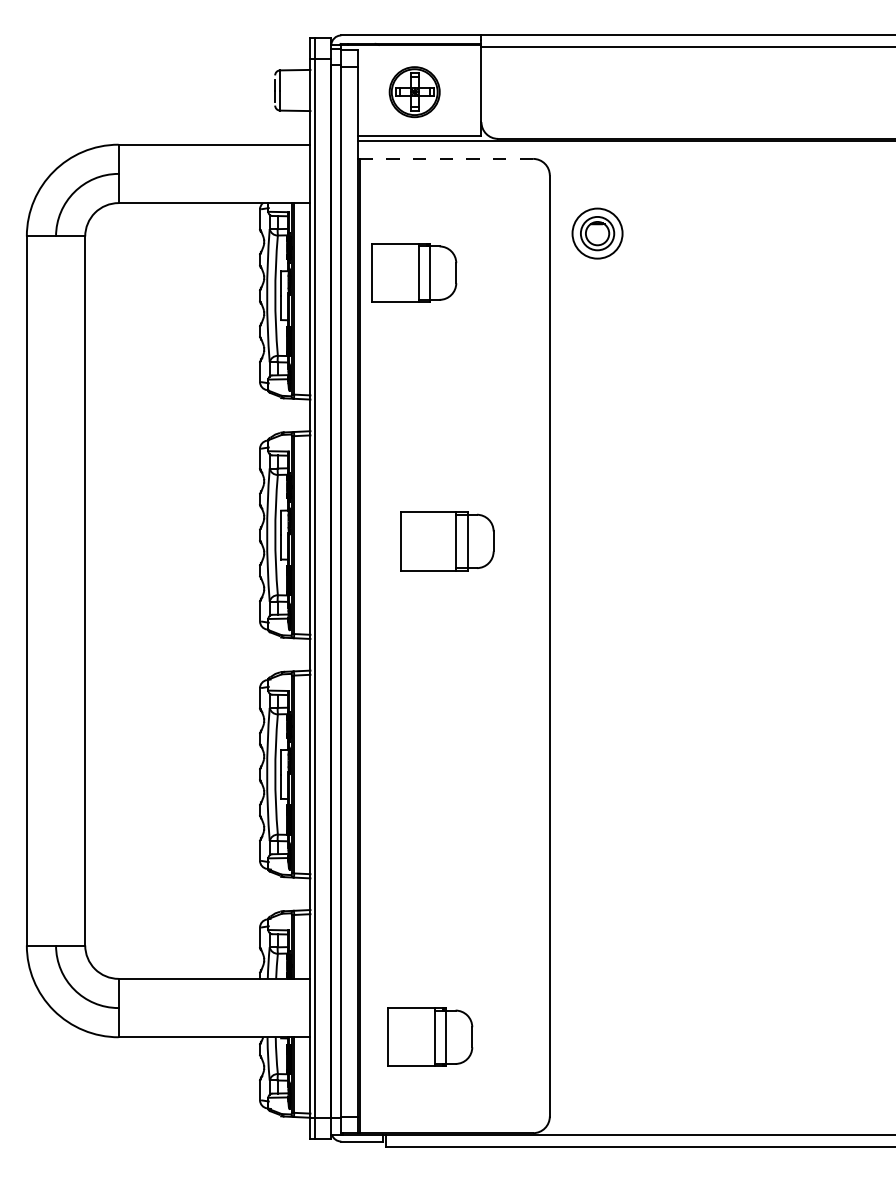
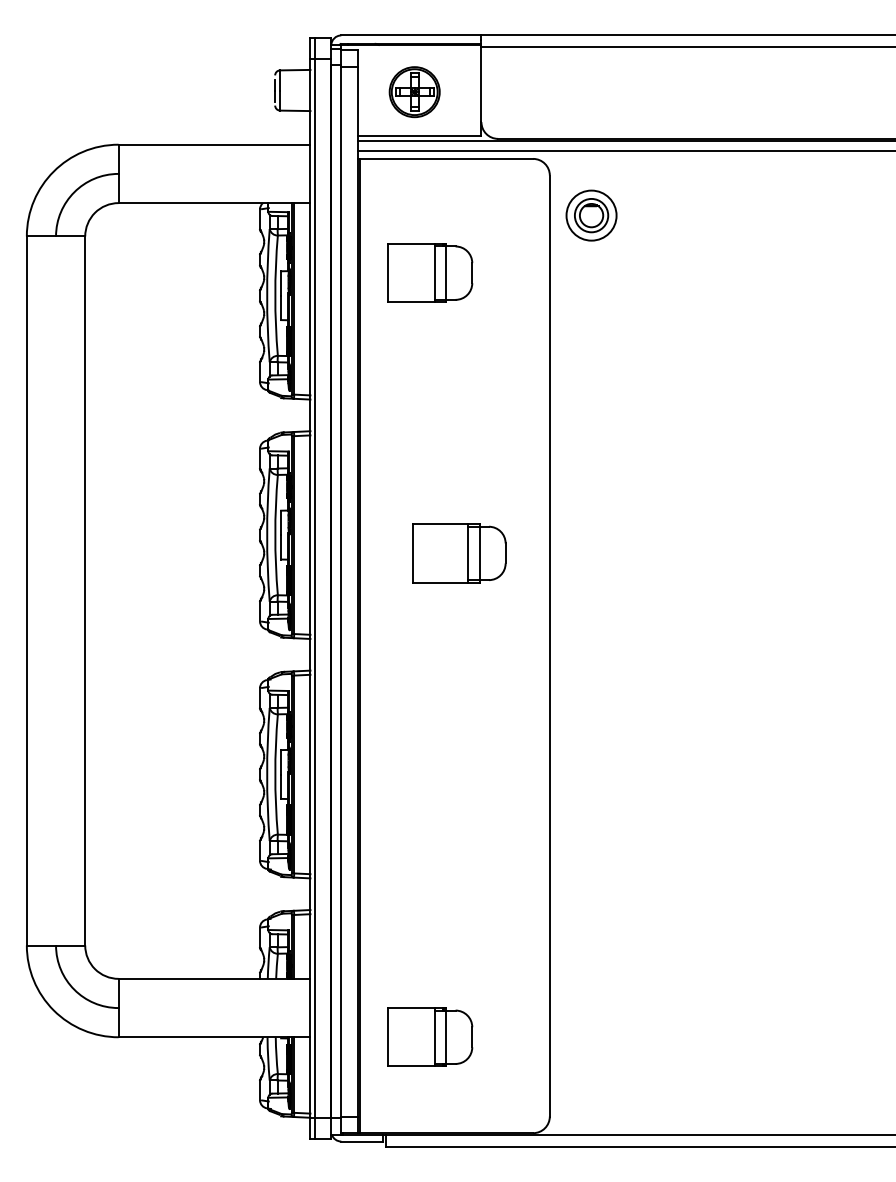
line at (625, 150): none -> present
line at (446, 158): dashed -> solid
part at (597, 233) position: (597, 233) -> (591, 215)
part at (414, 272) position: (414, 272) -> (430, 272)
part at (447, 541) position: (447, 541) -> (459, 553)
